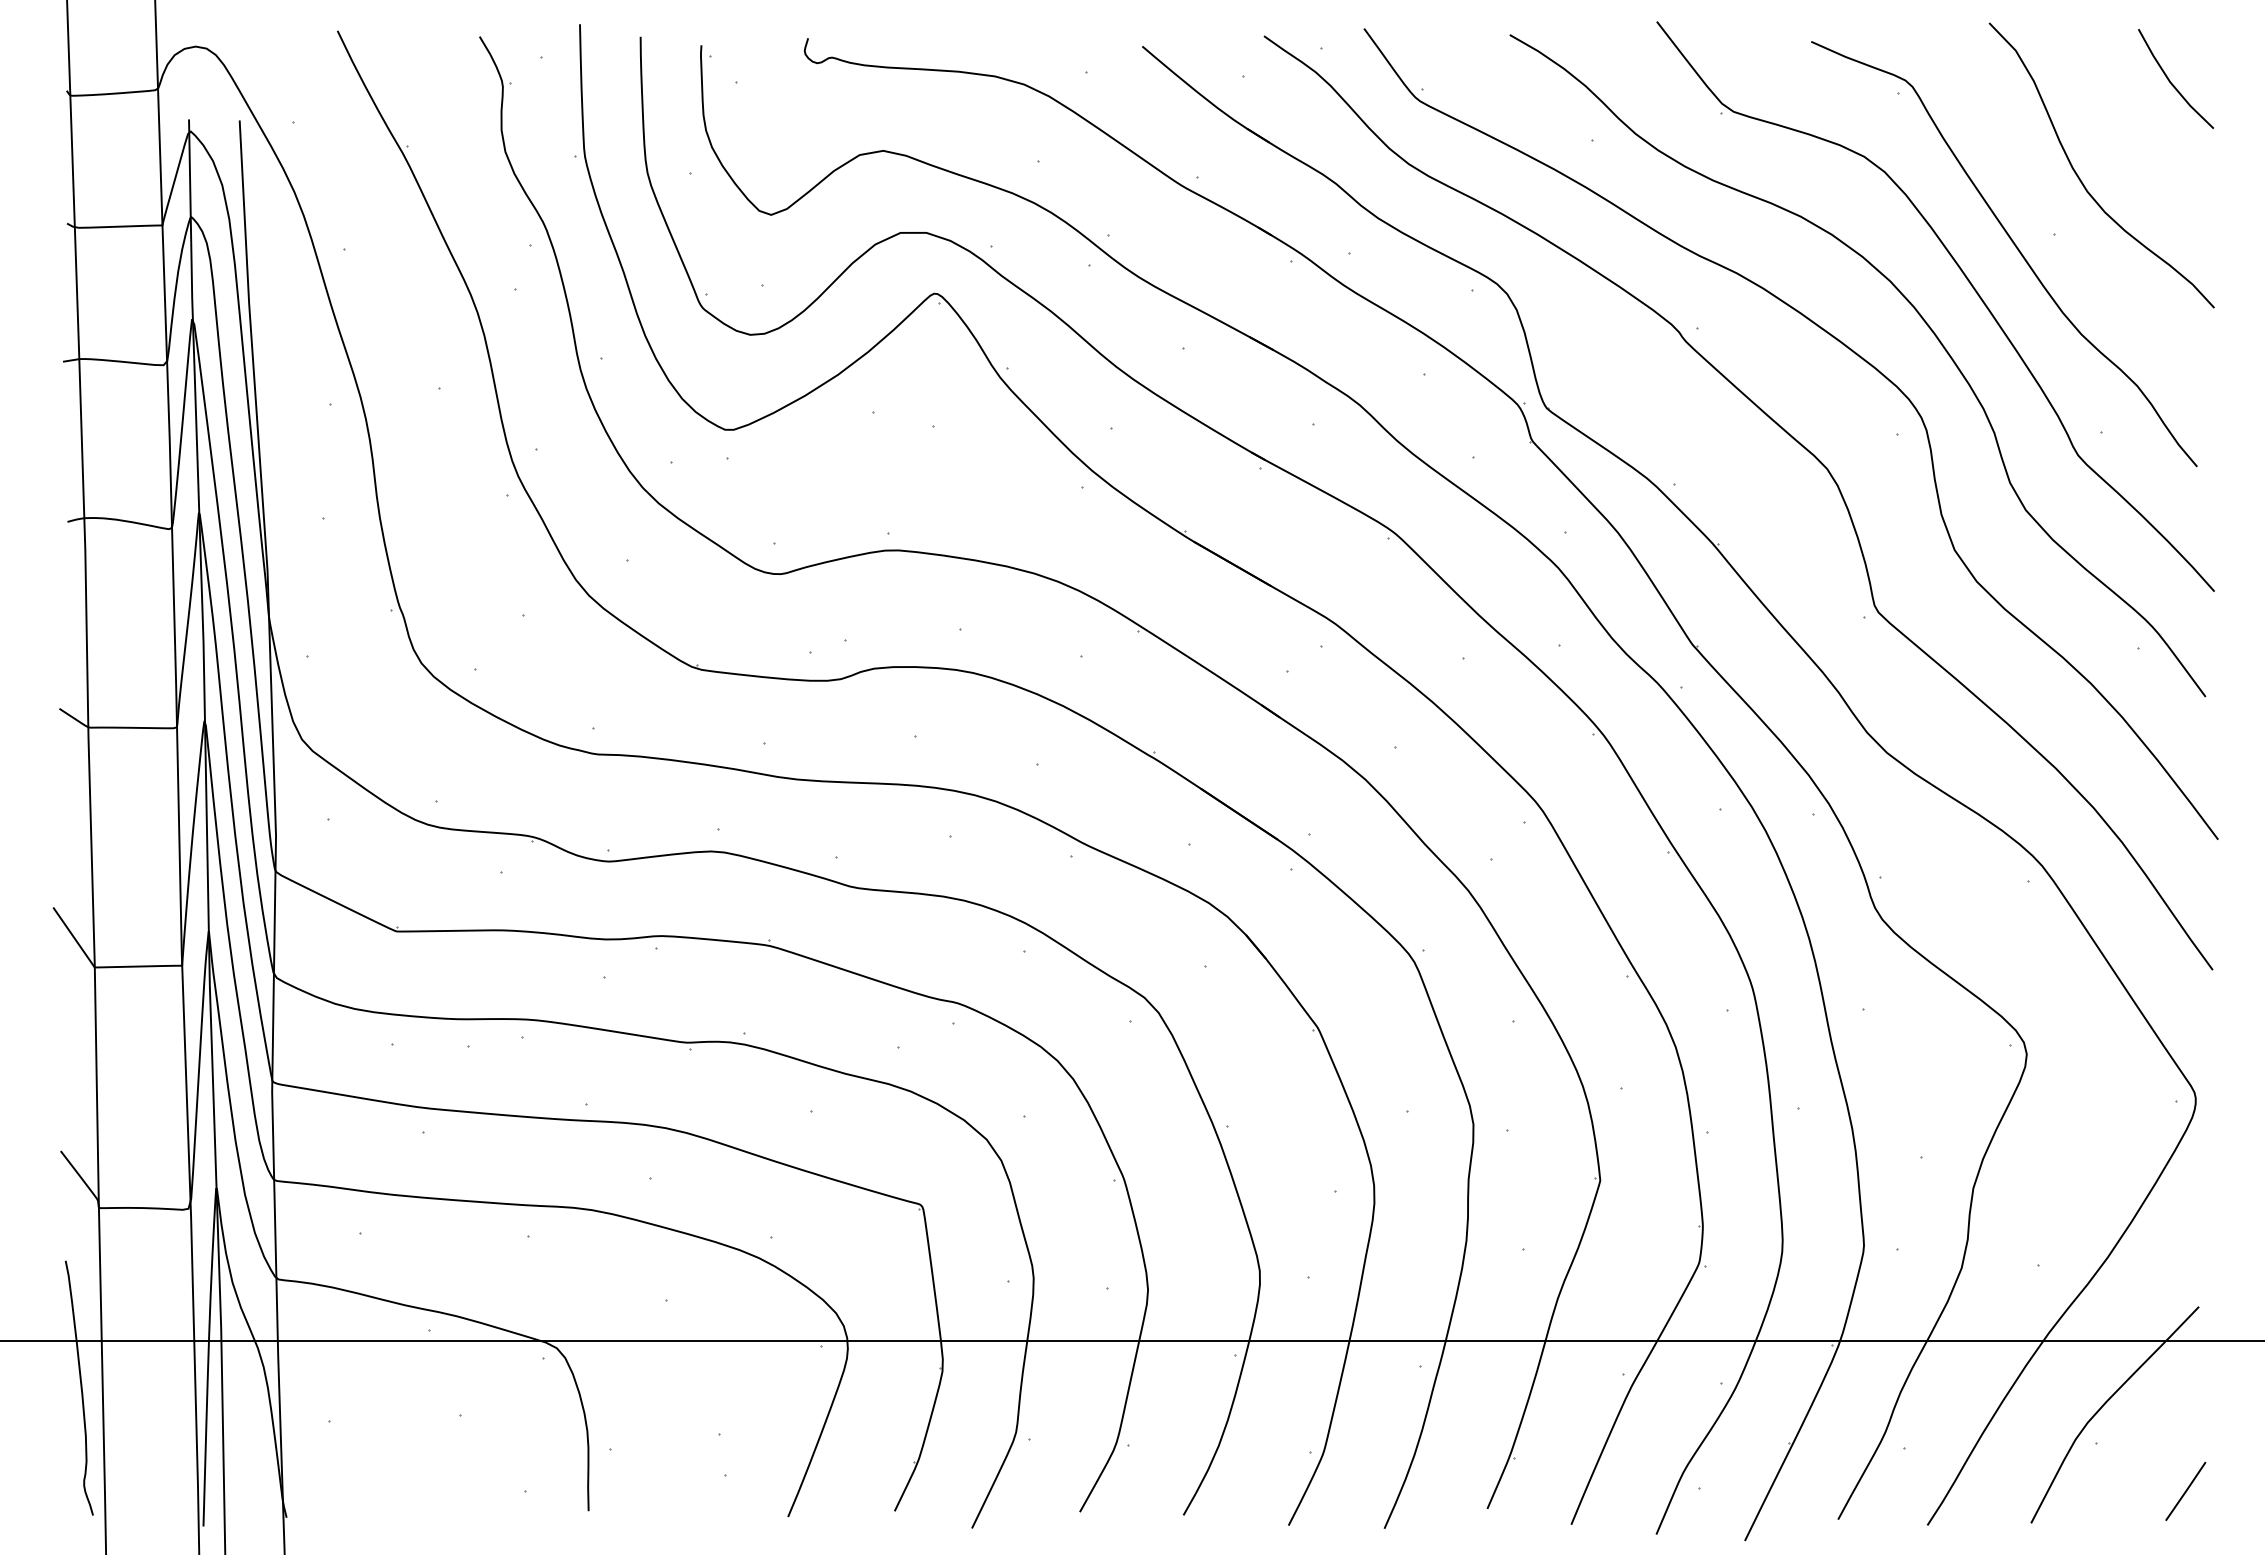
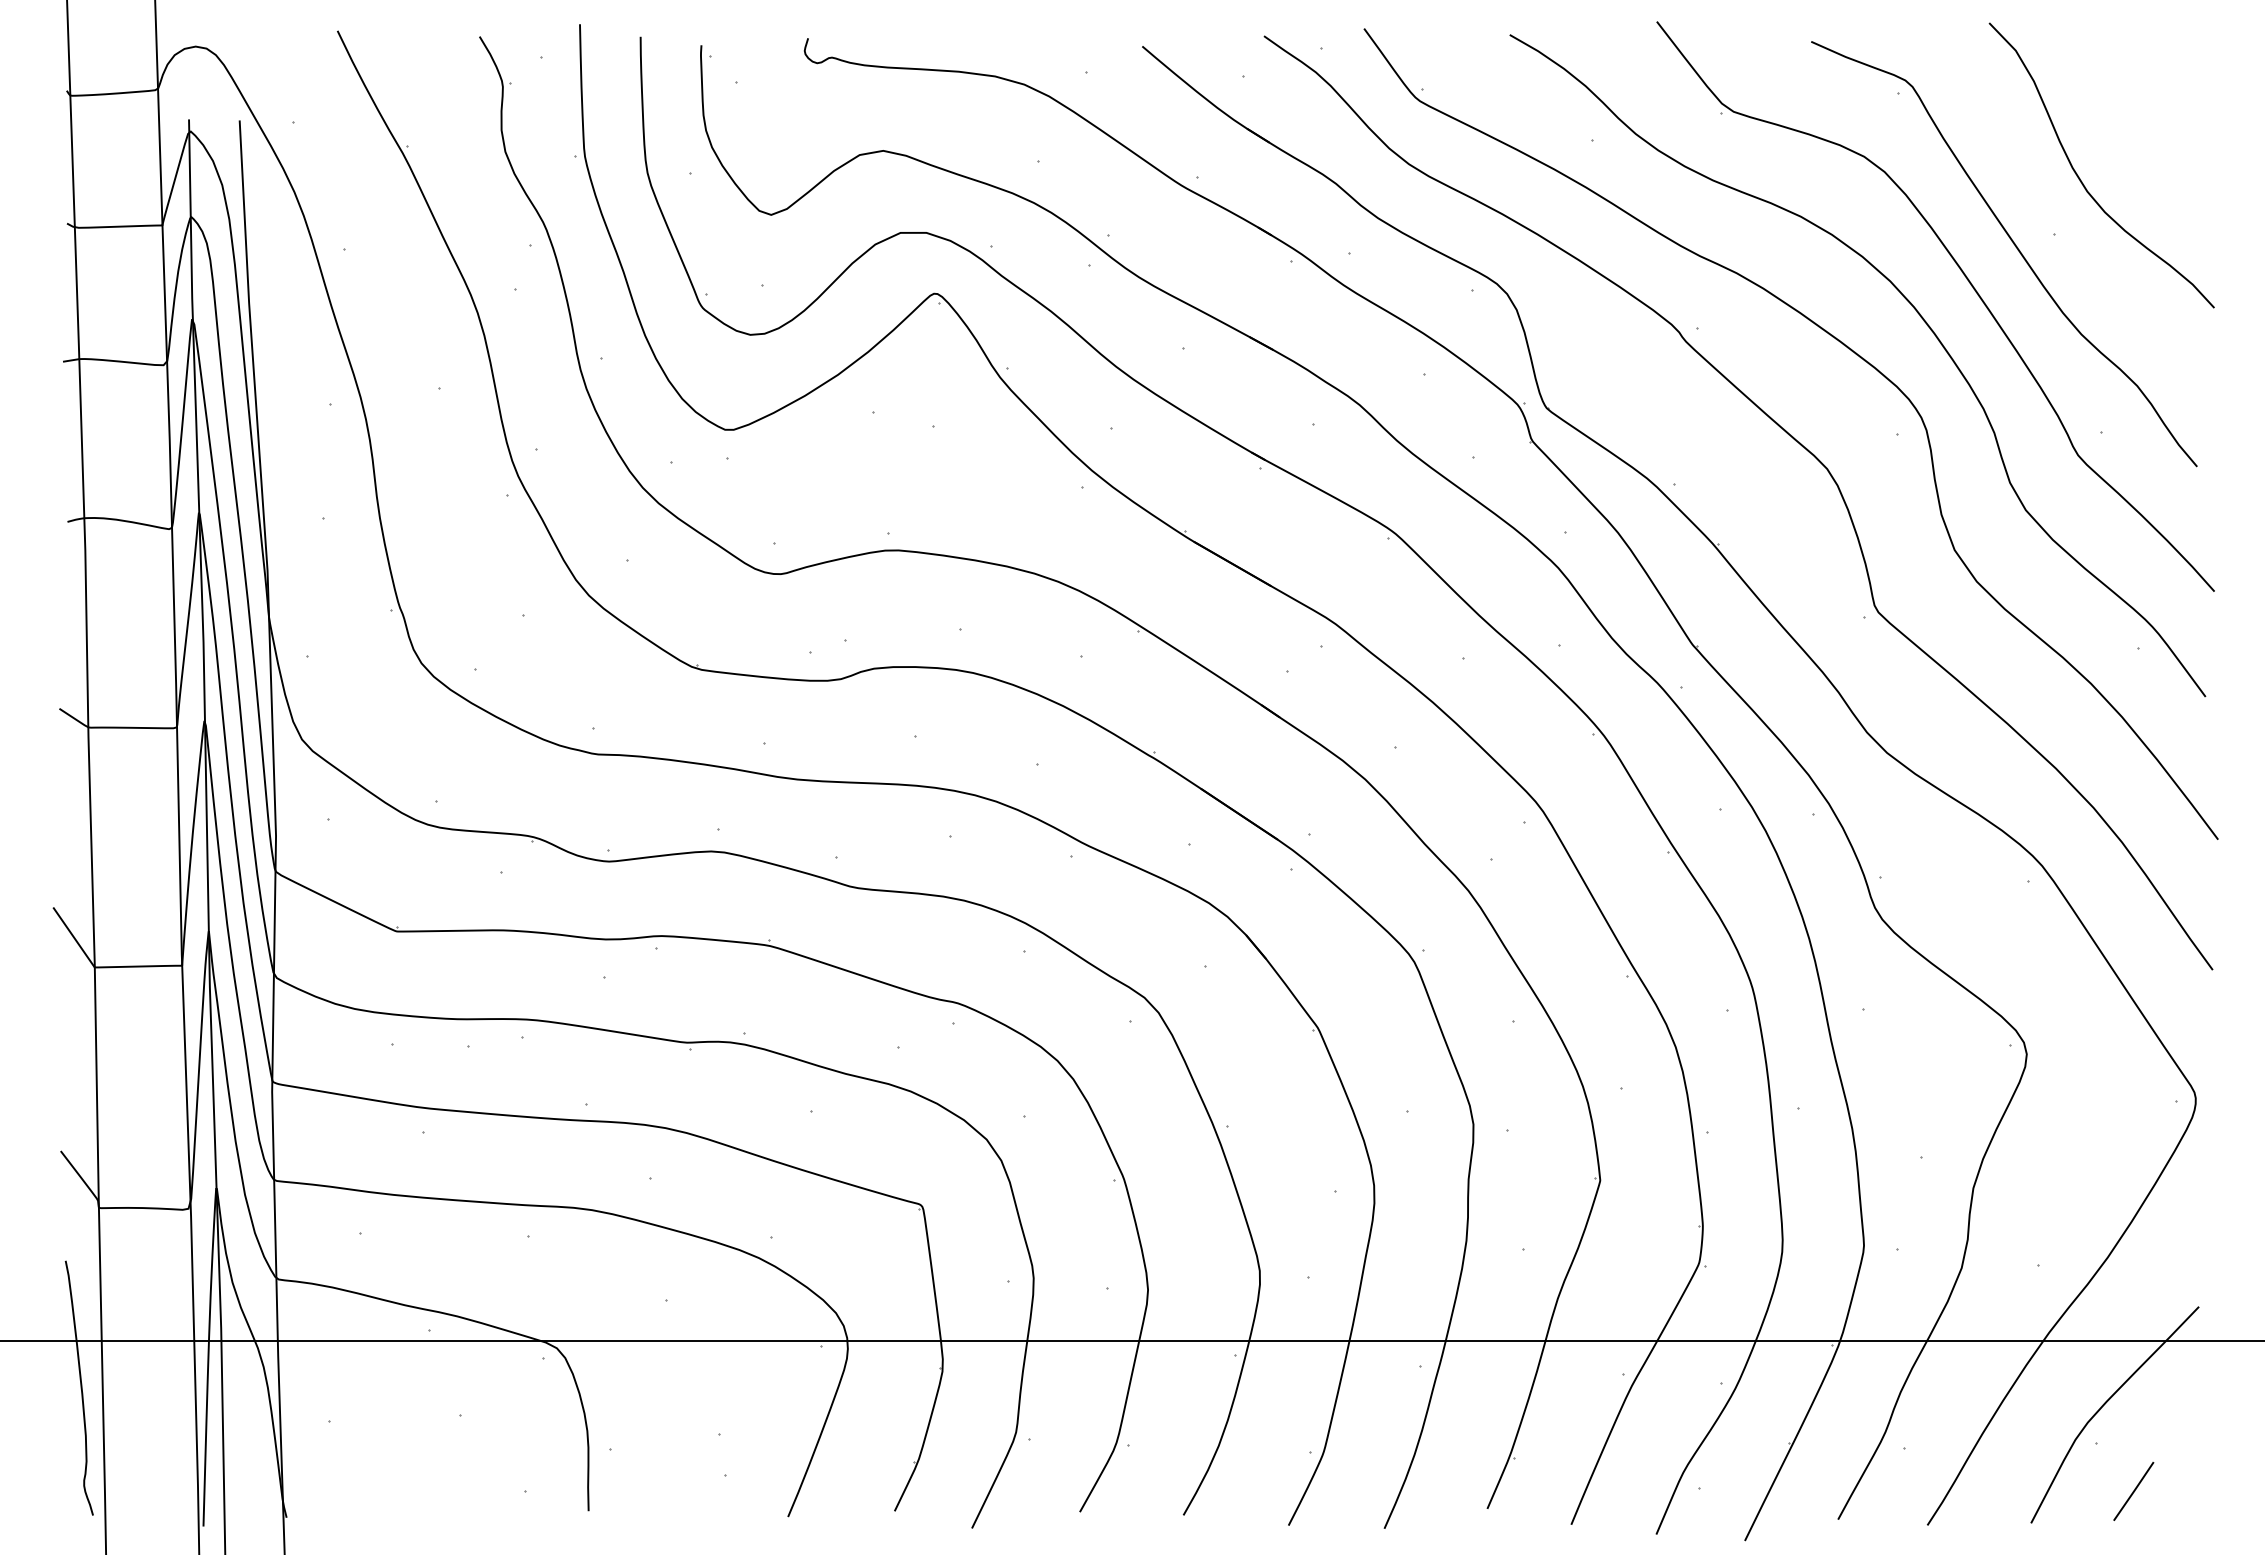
line at (2170, 80): present -> none
line at (2185, 1491) position: (2185, 1491) -> (2133, 1491)
